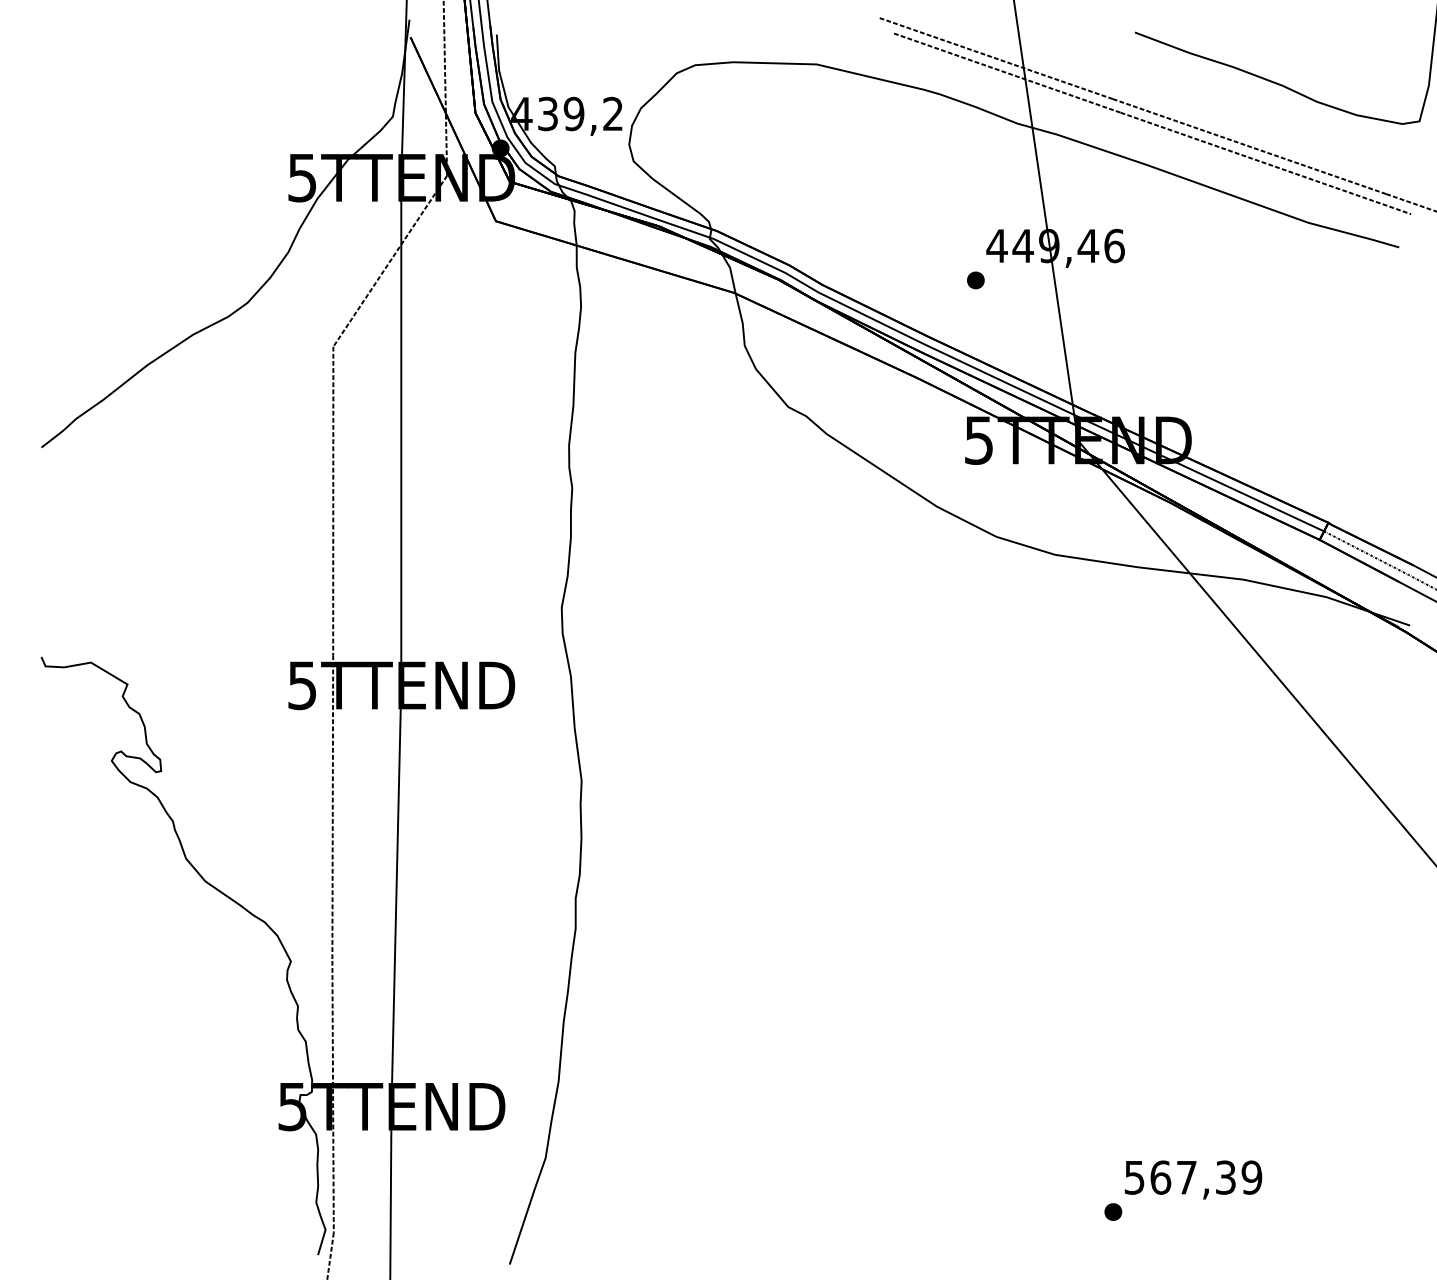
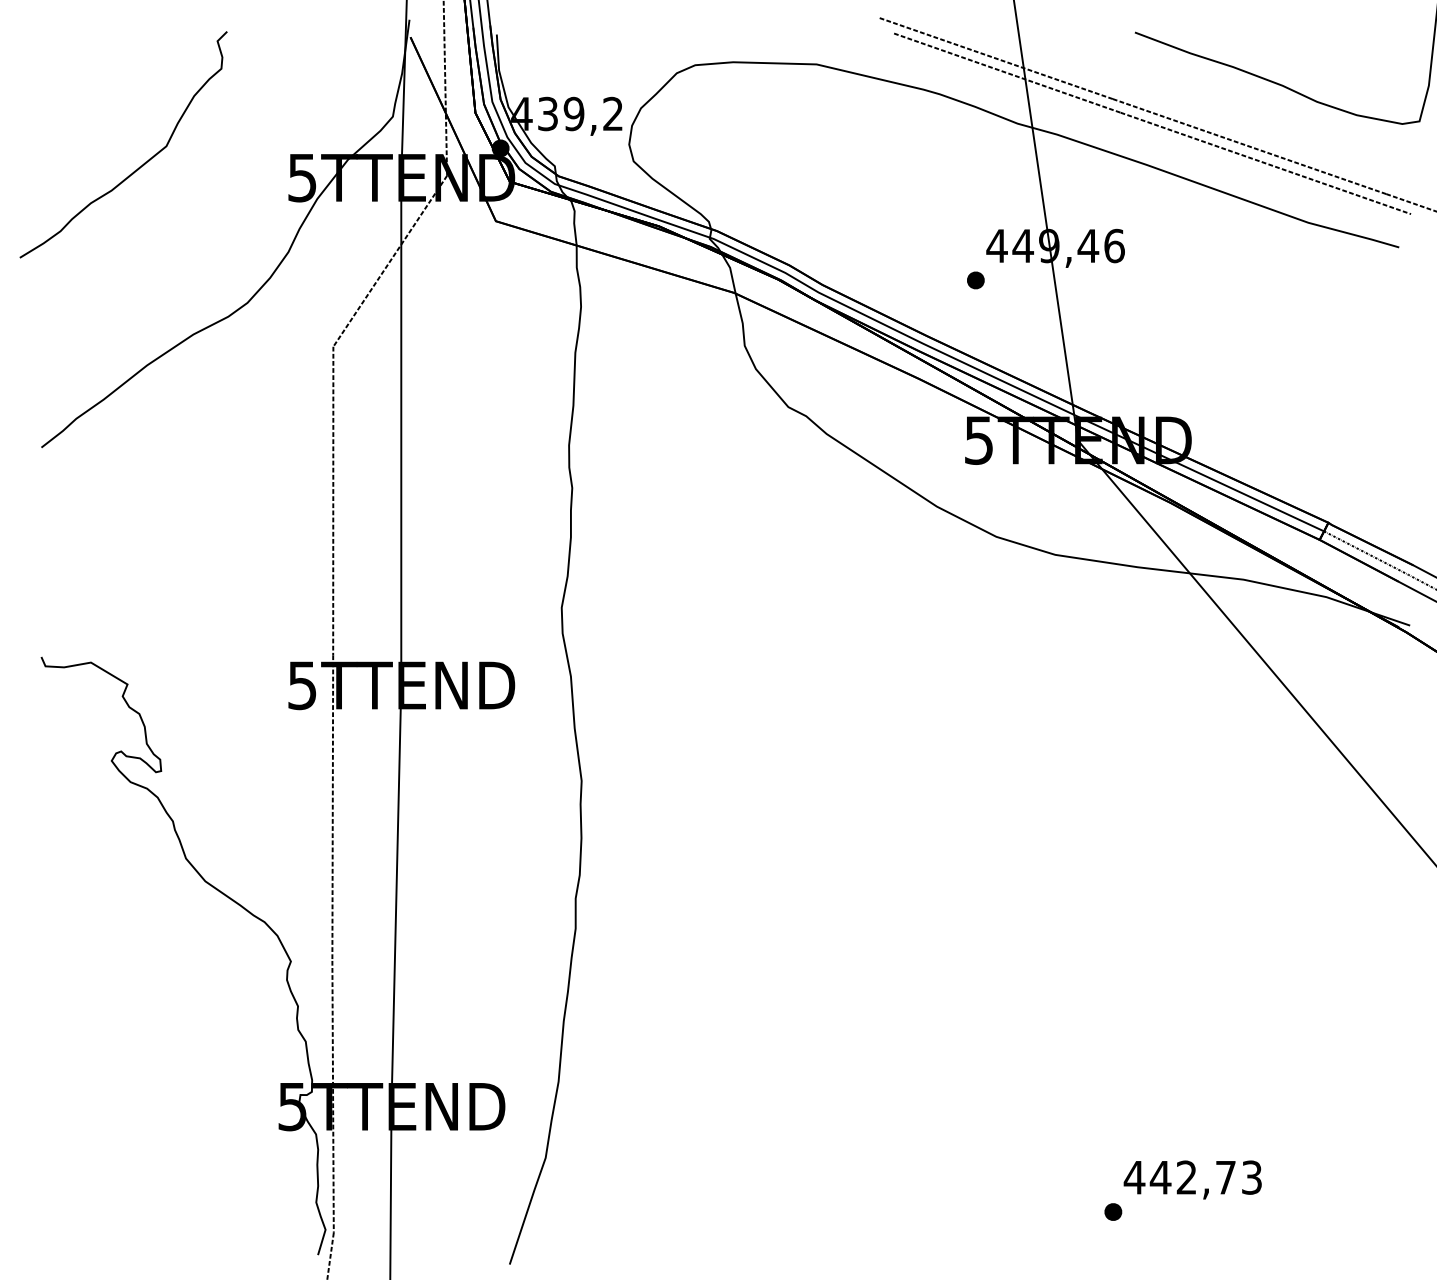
curve at (139, 166): none -> present
text at (1192, 1177): 567,39 -> 442,73
